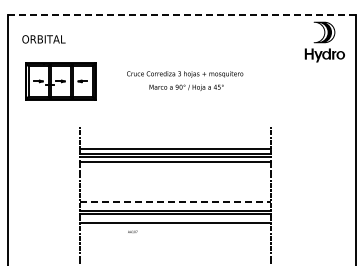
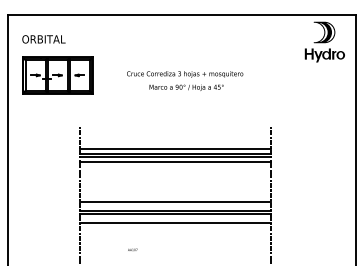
line at (181, 14): dashed -> solid
part at (60, 81) position: (60, 81) -> (57, 75)
line at (175, 201): dashed -> solid
text at (132, 231) position: (132, 231) -> (132, 249)
